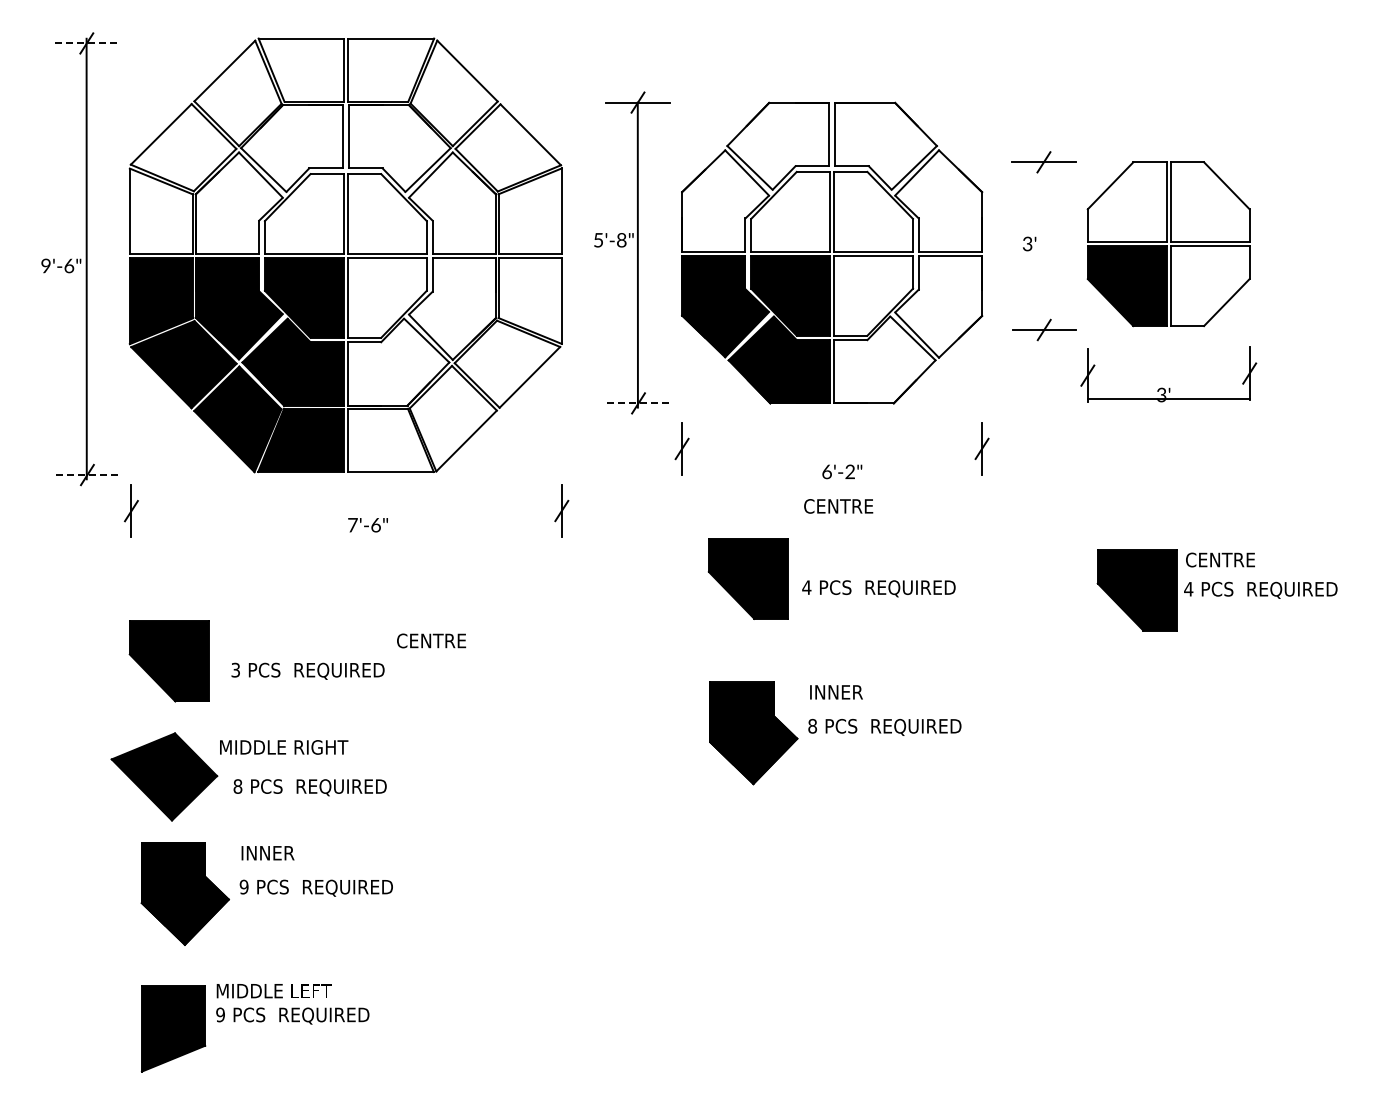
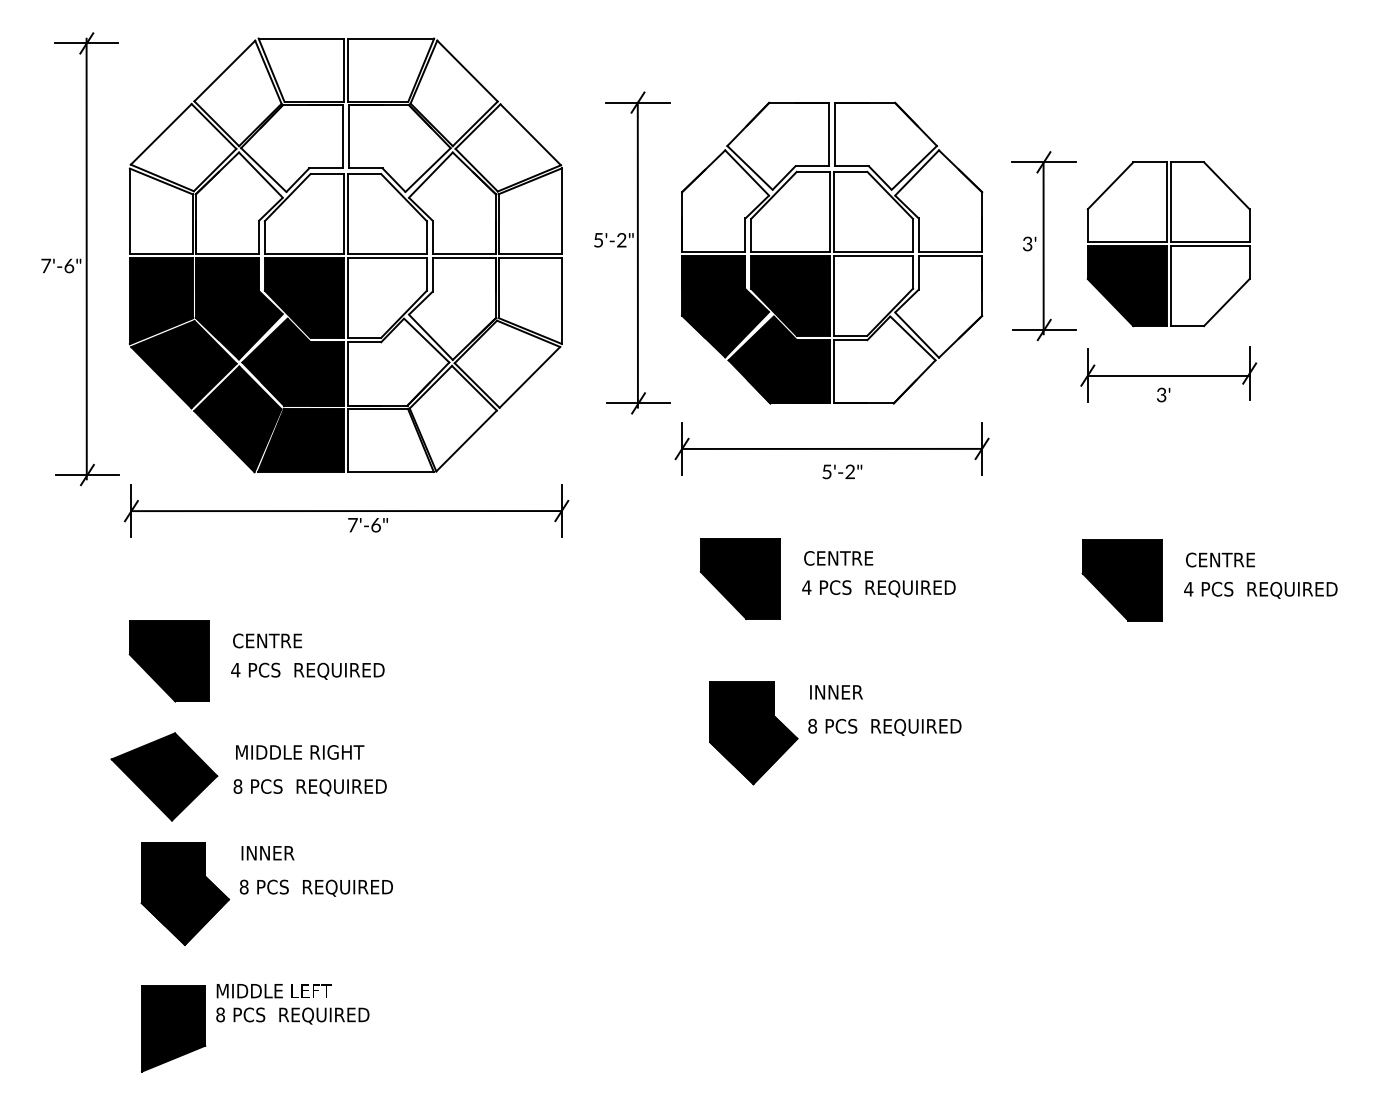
line at (86, 43): dashed -> solid
text at (621, 240): 5'-8" -> 5'-2"
line at (1043, 248): none -> present
text at (46, 265): 9'-6" -> 7'-6"
line at (1168, 398) position: (1168, 398) -> (1168, 375)
line at (638, 403): dashed -> solid
line at (832, 448): none -> present
text at (826, 471): 6'-2" -> 5'-2"
line at (87, 475): dashed -> solid
text at (838, 506) position: (838, 506) -> (838, 558)
line at (346, 511): none -> present
part at (747, 578) position: (747, 578) -> (739, 578)
part at (1136, 590) position: (1136, 590) -> (1121, 580)
text at (431, 640) position: (431, 640) -> (267, 640)
text at (235, 669): 3 -> 4
text at (284, 747) position: (284, 747) -> (300, 752)
text at (243, 887): 9 -> 8
text at (220, 1014): 9 -> 8
